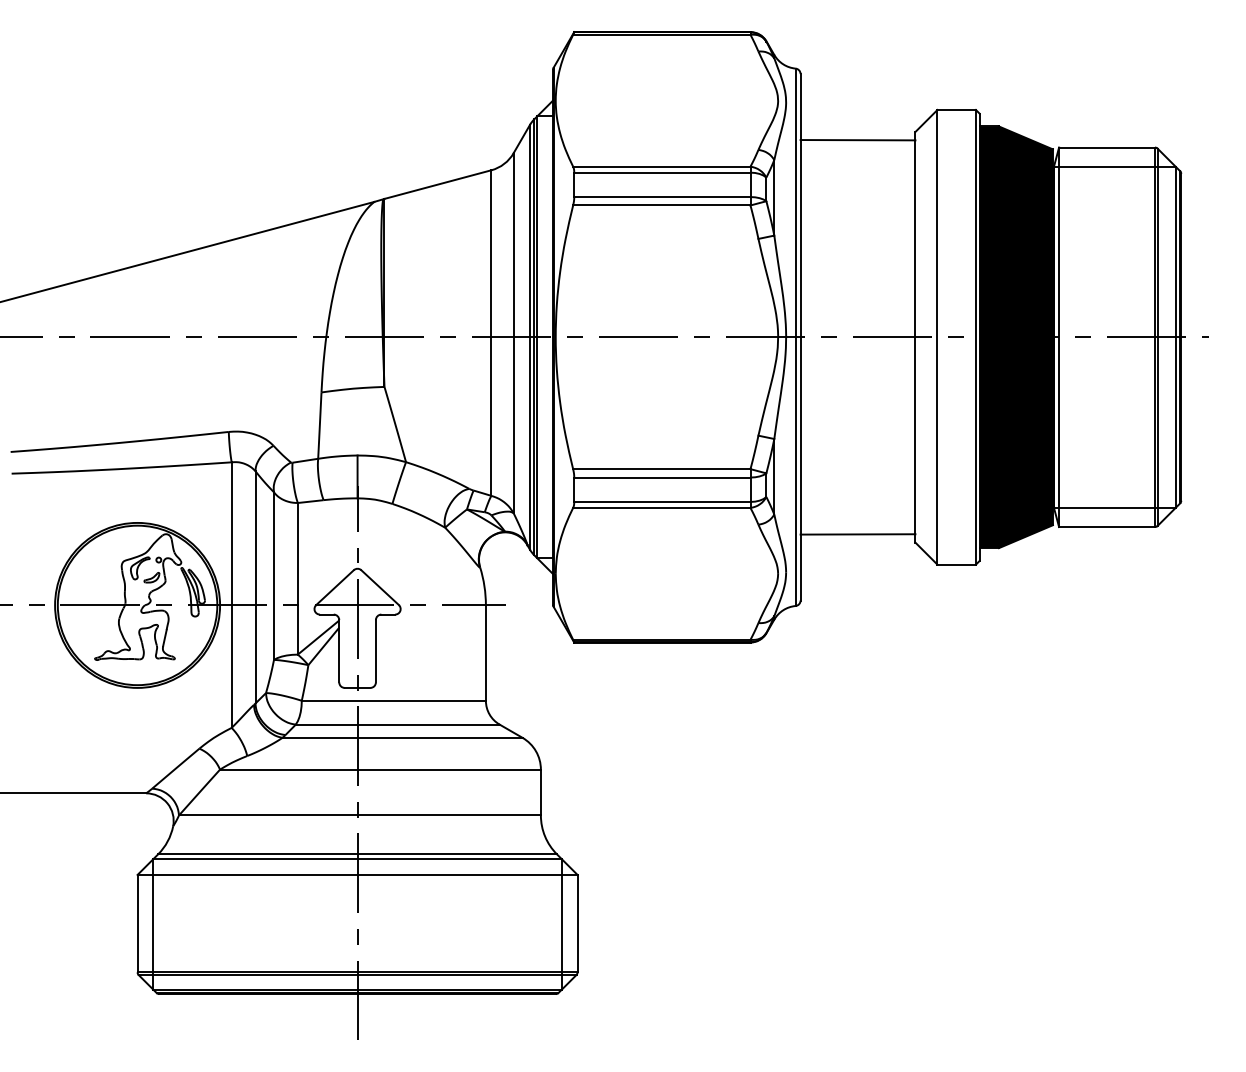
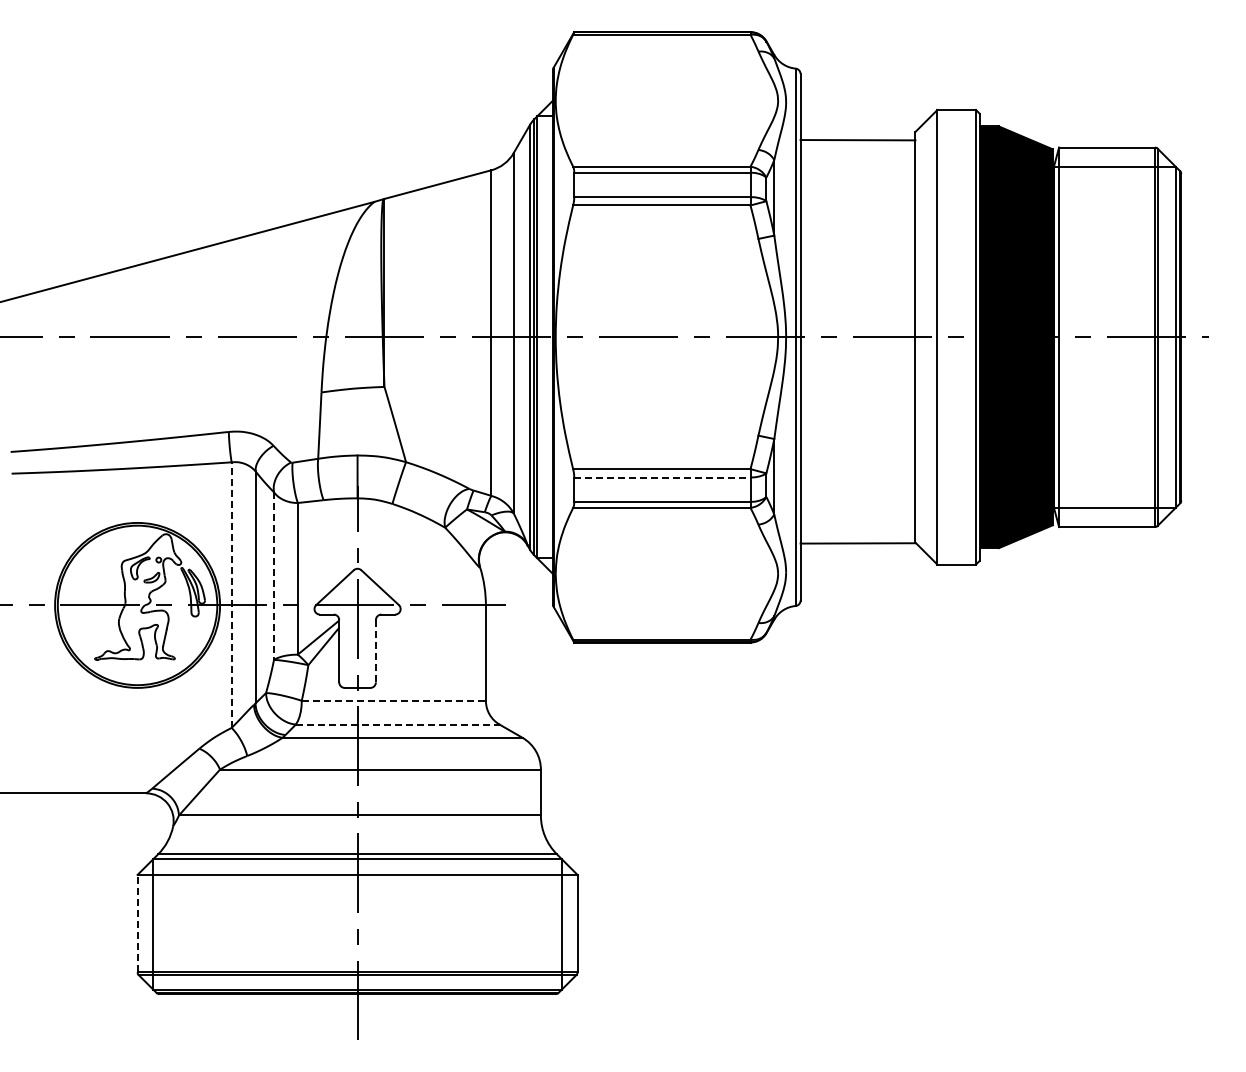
line at (662, 477): solid -> dashed
line at (857, 534) position: (857, 534) -> (857, 543)
line at (274, 576): solid -> dashed
line at (231, 595): solid -> dashed
line at (375, 650): solid -> dashed
line at (394, 700): solid -> dashed
line at (397, 724): solid -> dashed
line at (137, 923): solid -> dashed
